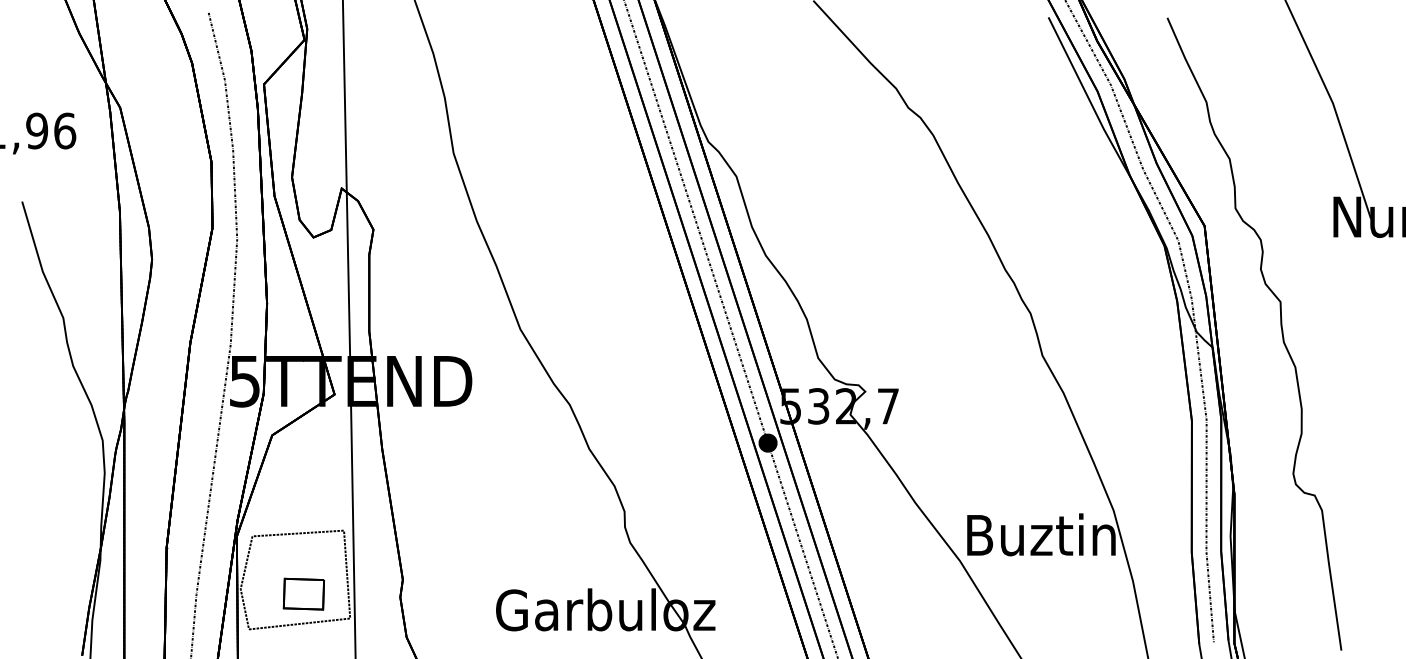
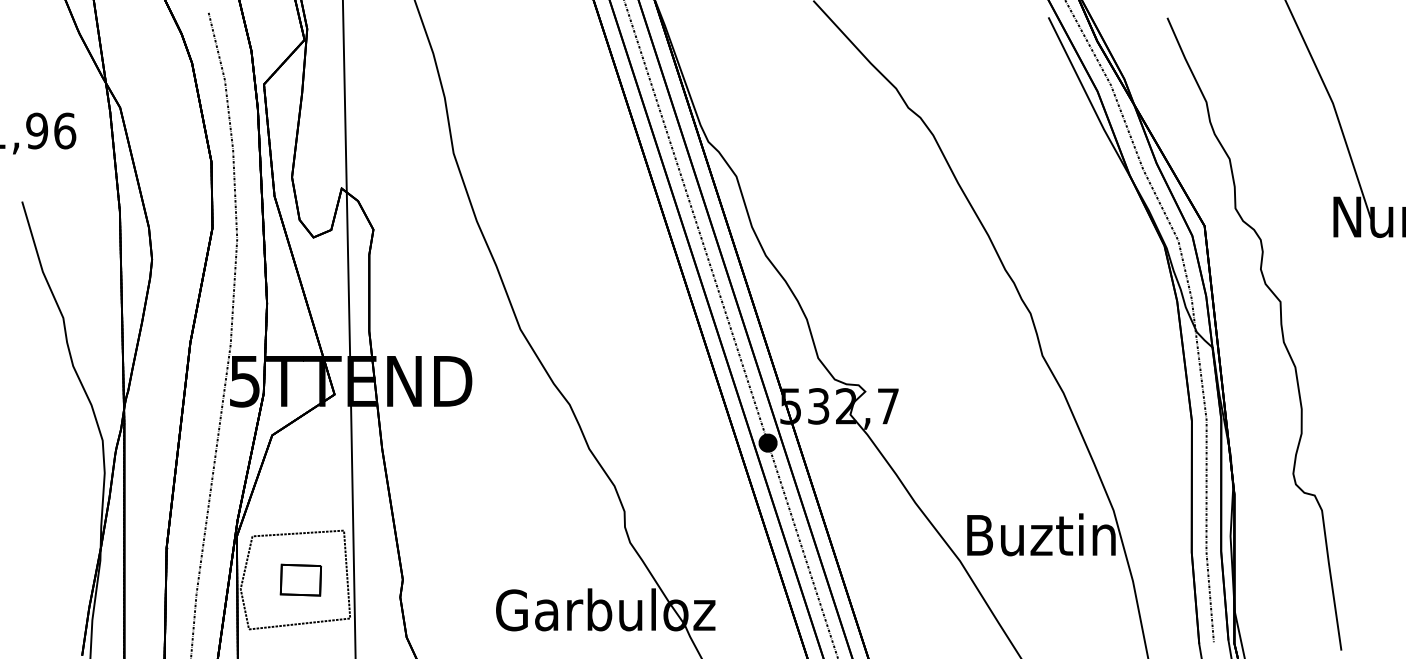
part at (303, 593) position: (303, 593) -> (300, 579)
